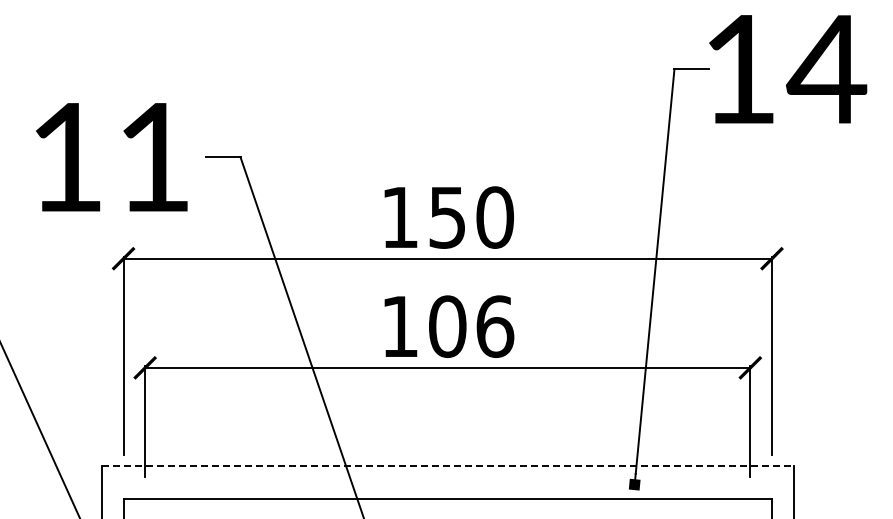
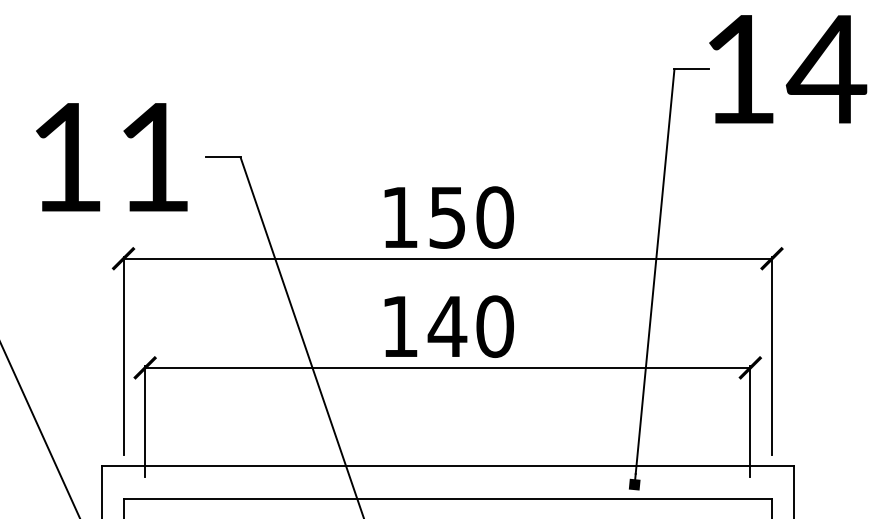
text at (470, 326): 106 -> 140
line at (447, 466): dashed -> solid
